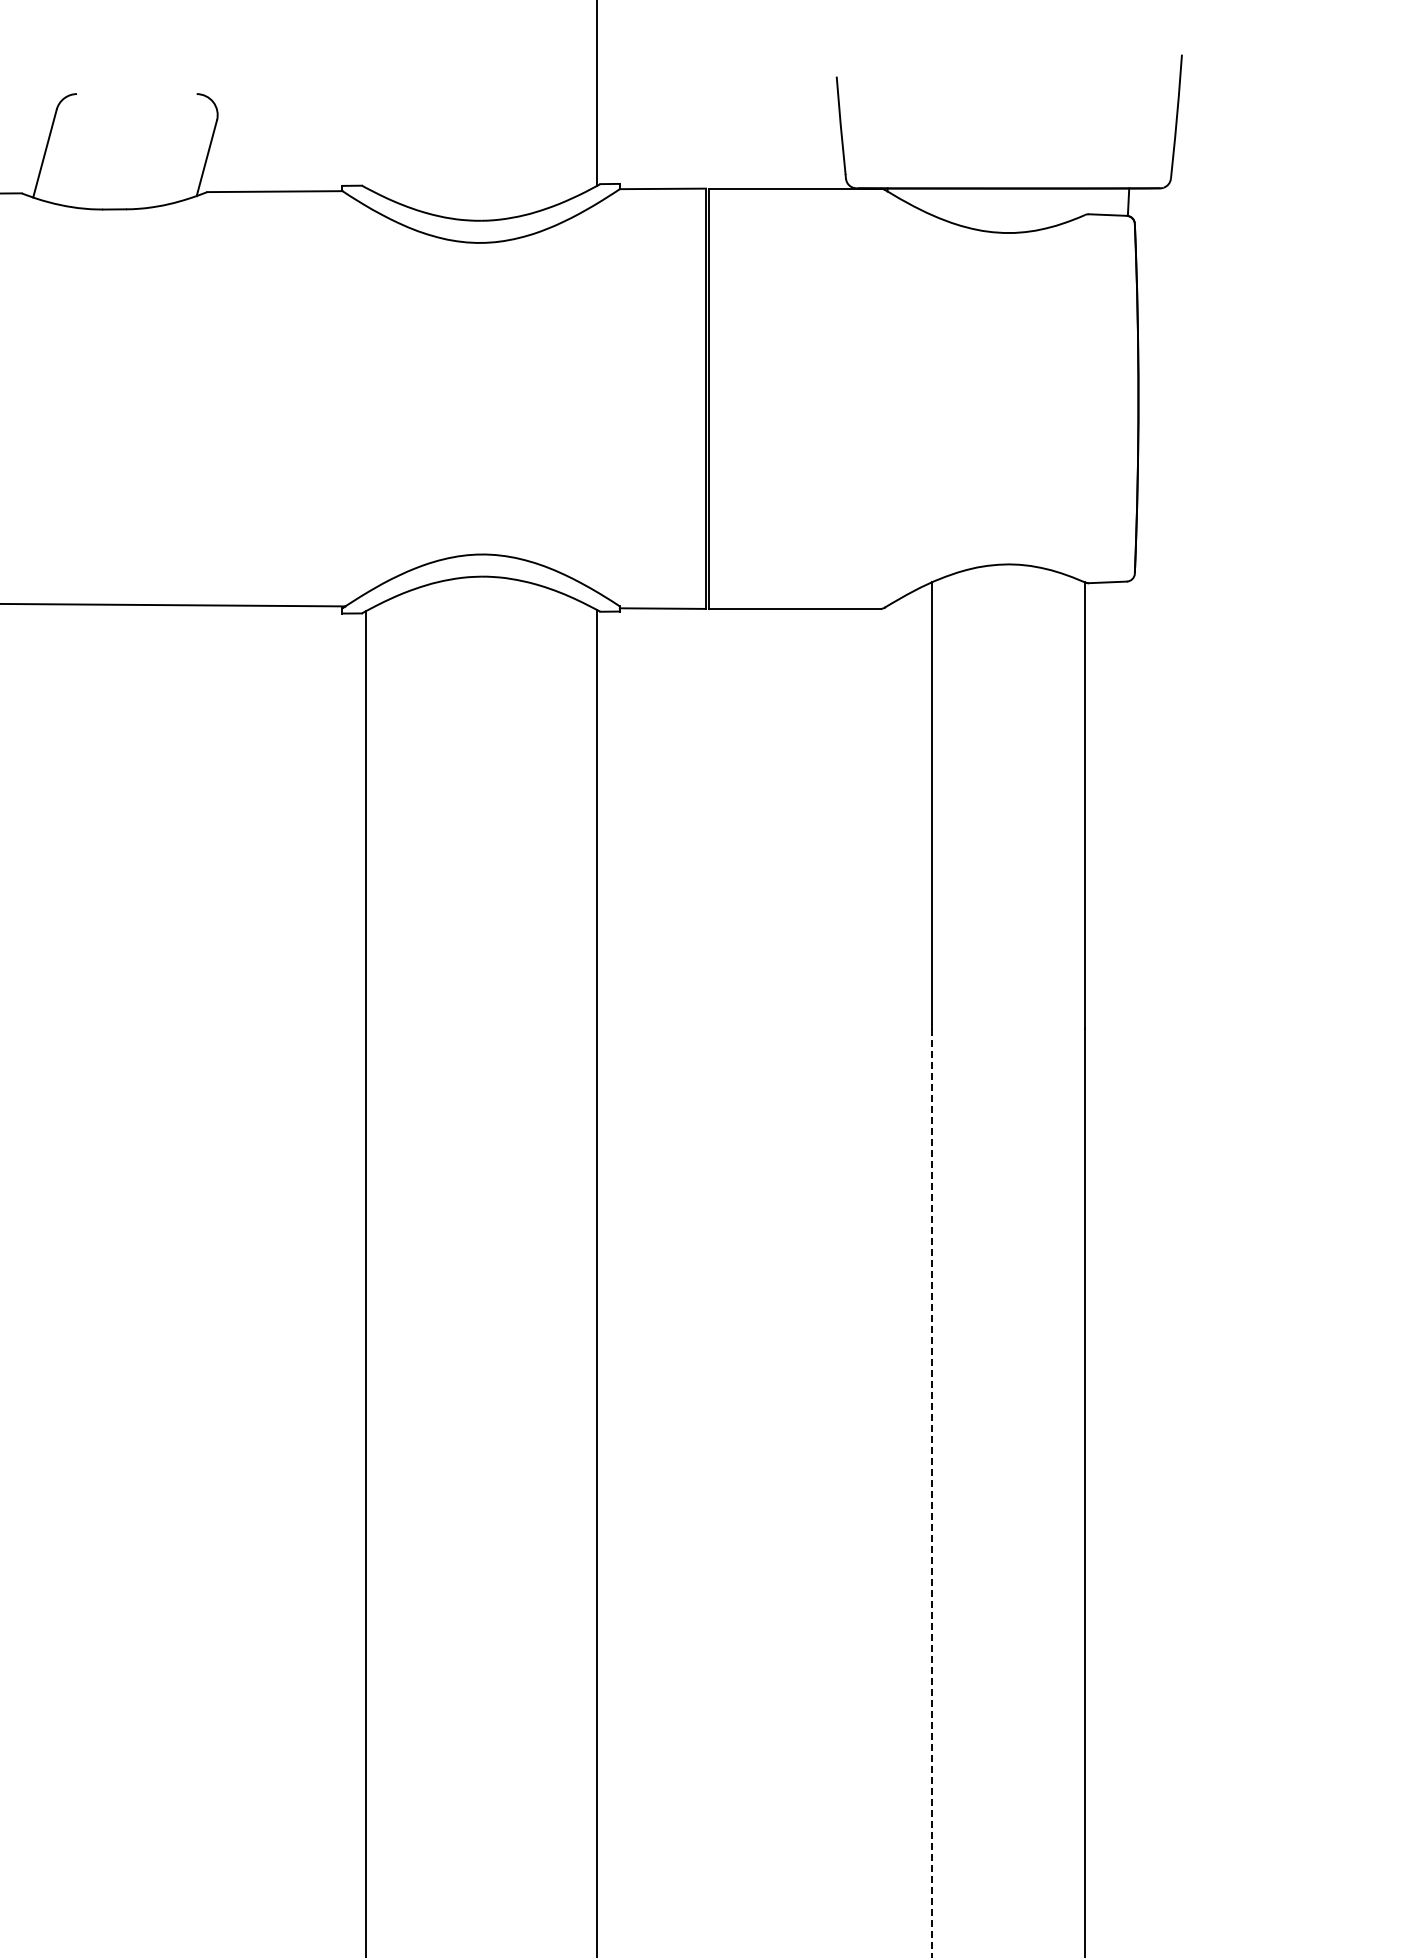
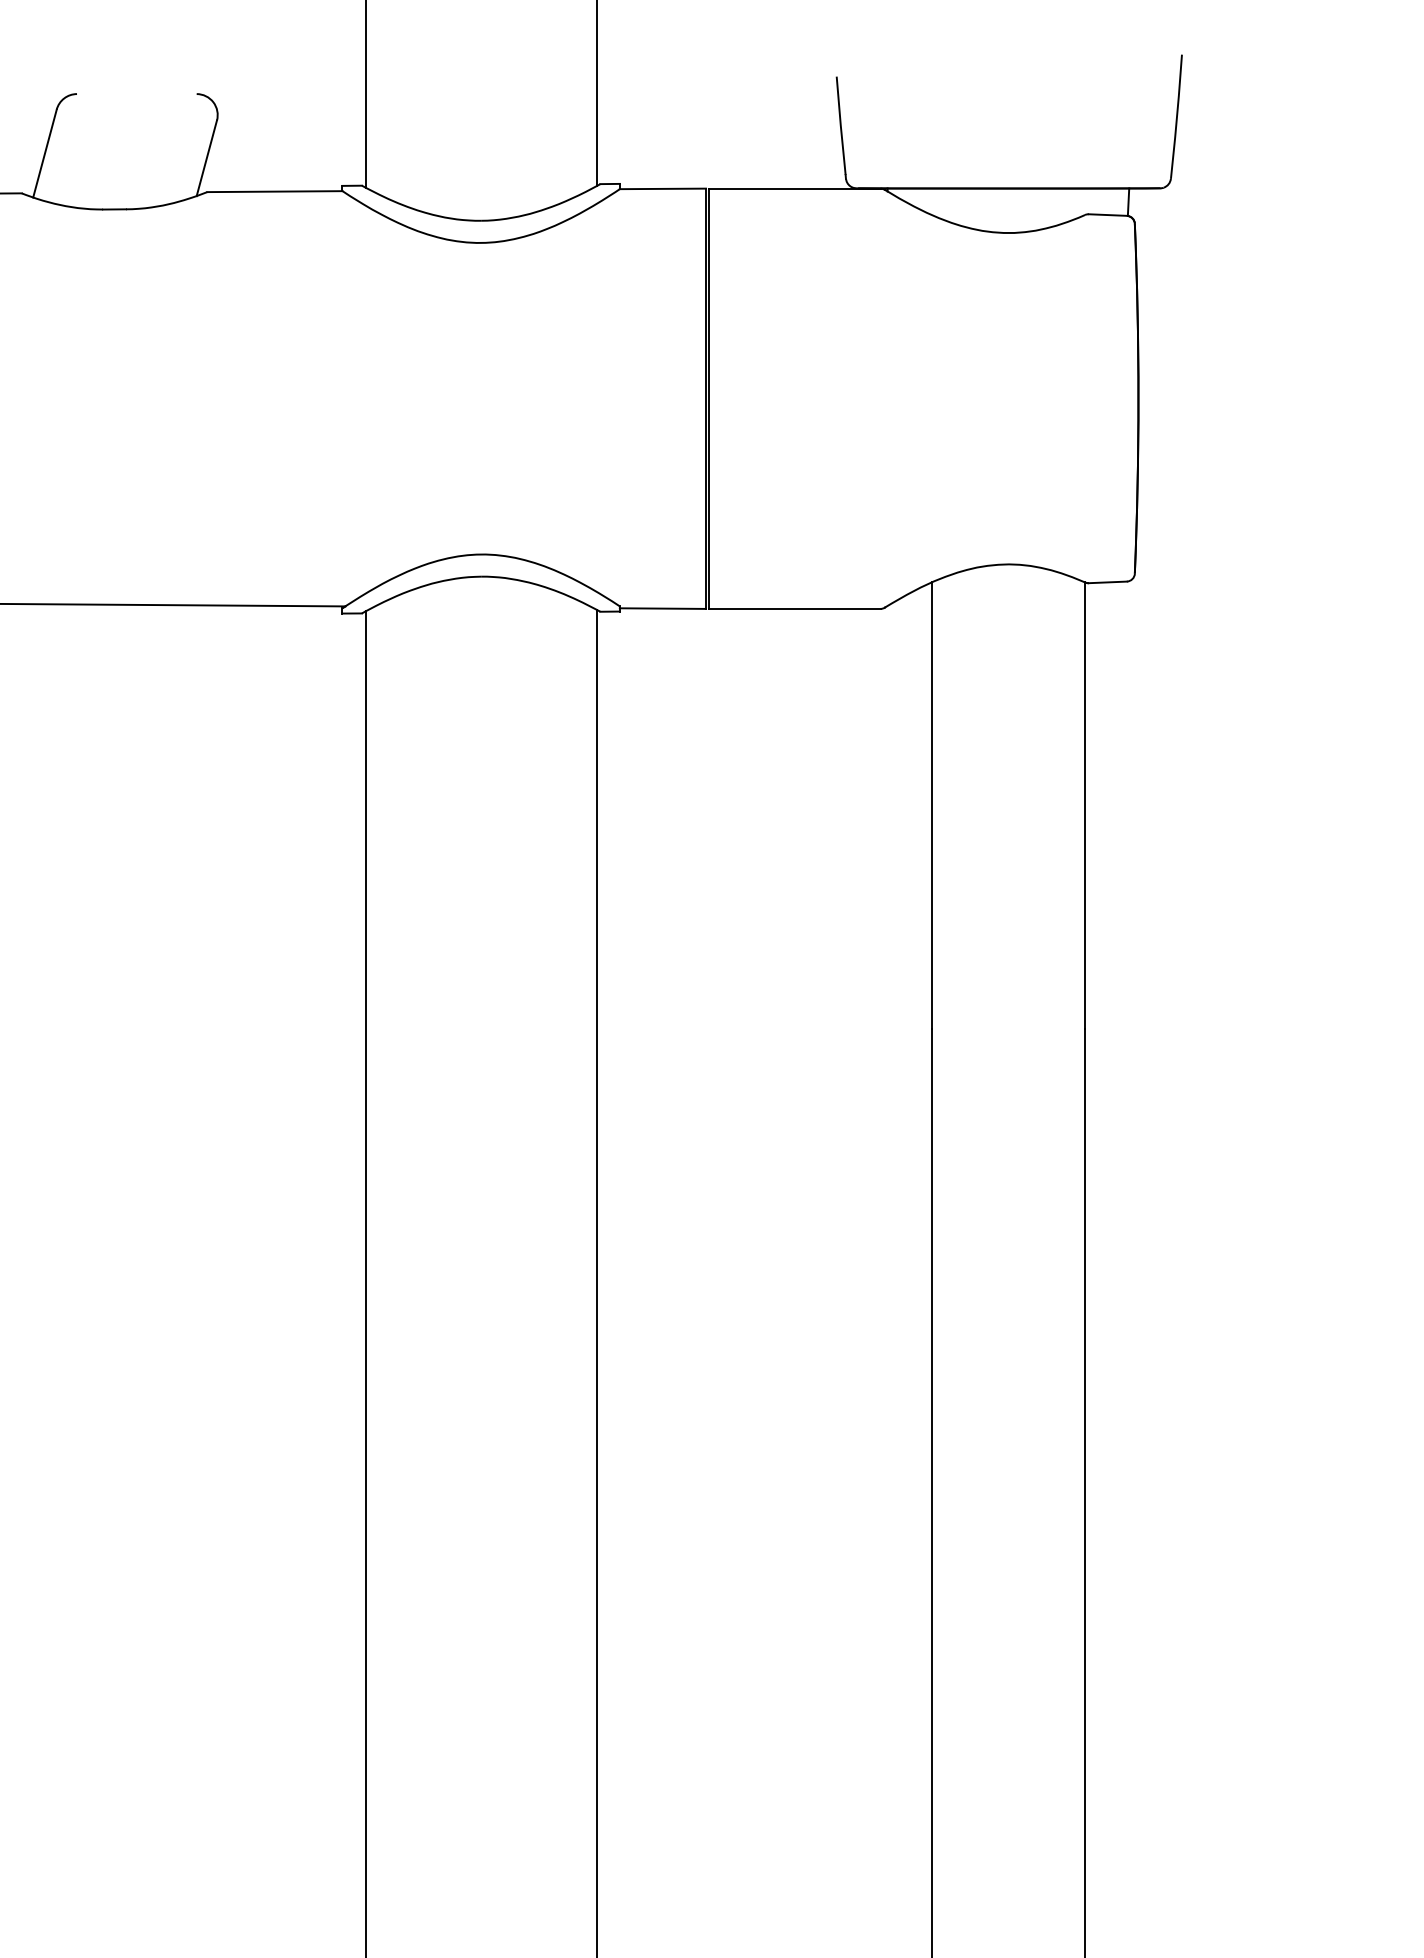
line at (365, 94): none -> present
line at (932, 1493): dashed -> solid
